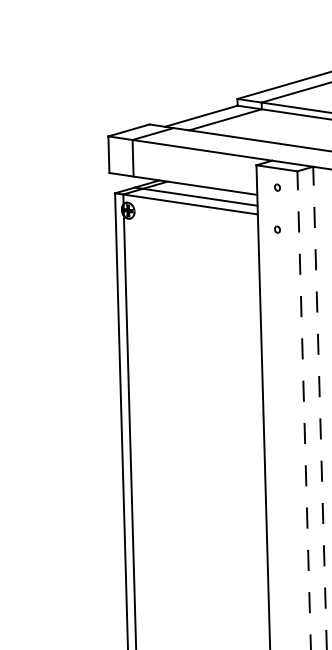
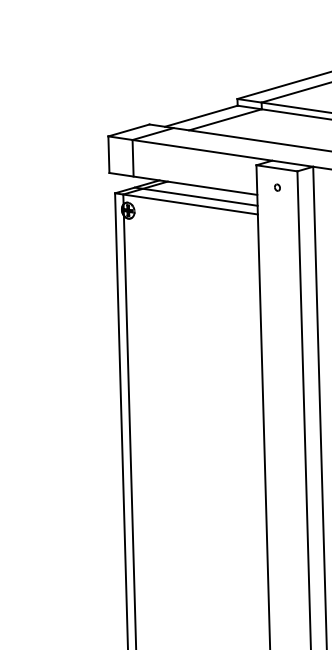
part at (277, 229): present -> none
line at (320, 407): dashed -> solid
line at (304, 410): dashed -> solid
